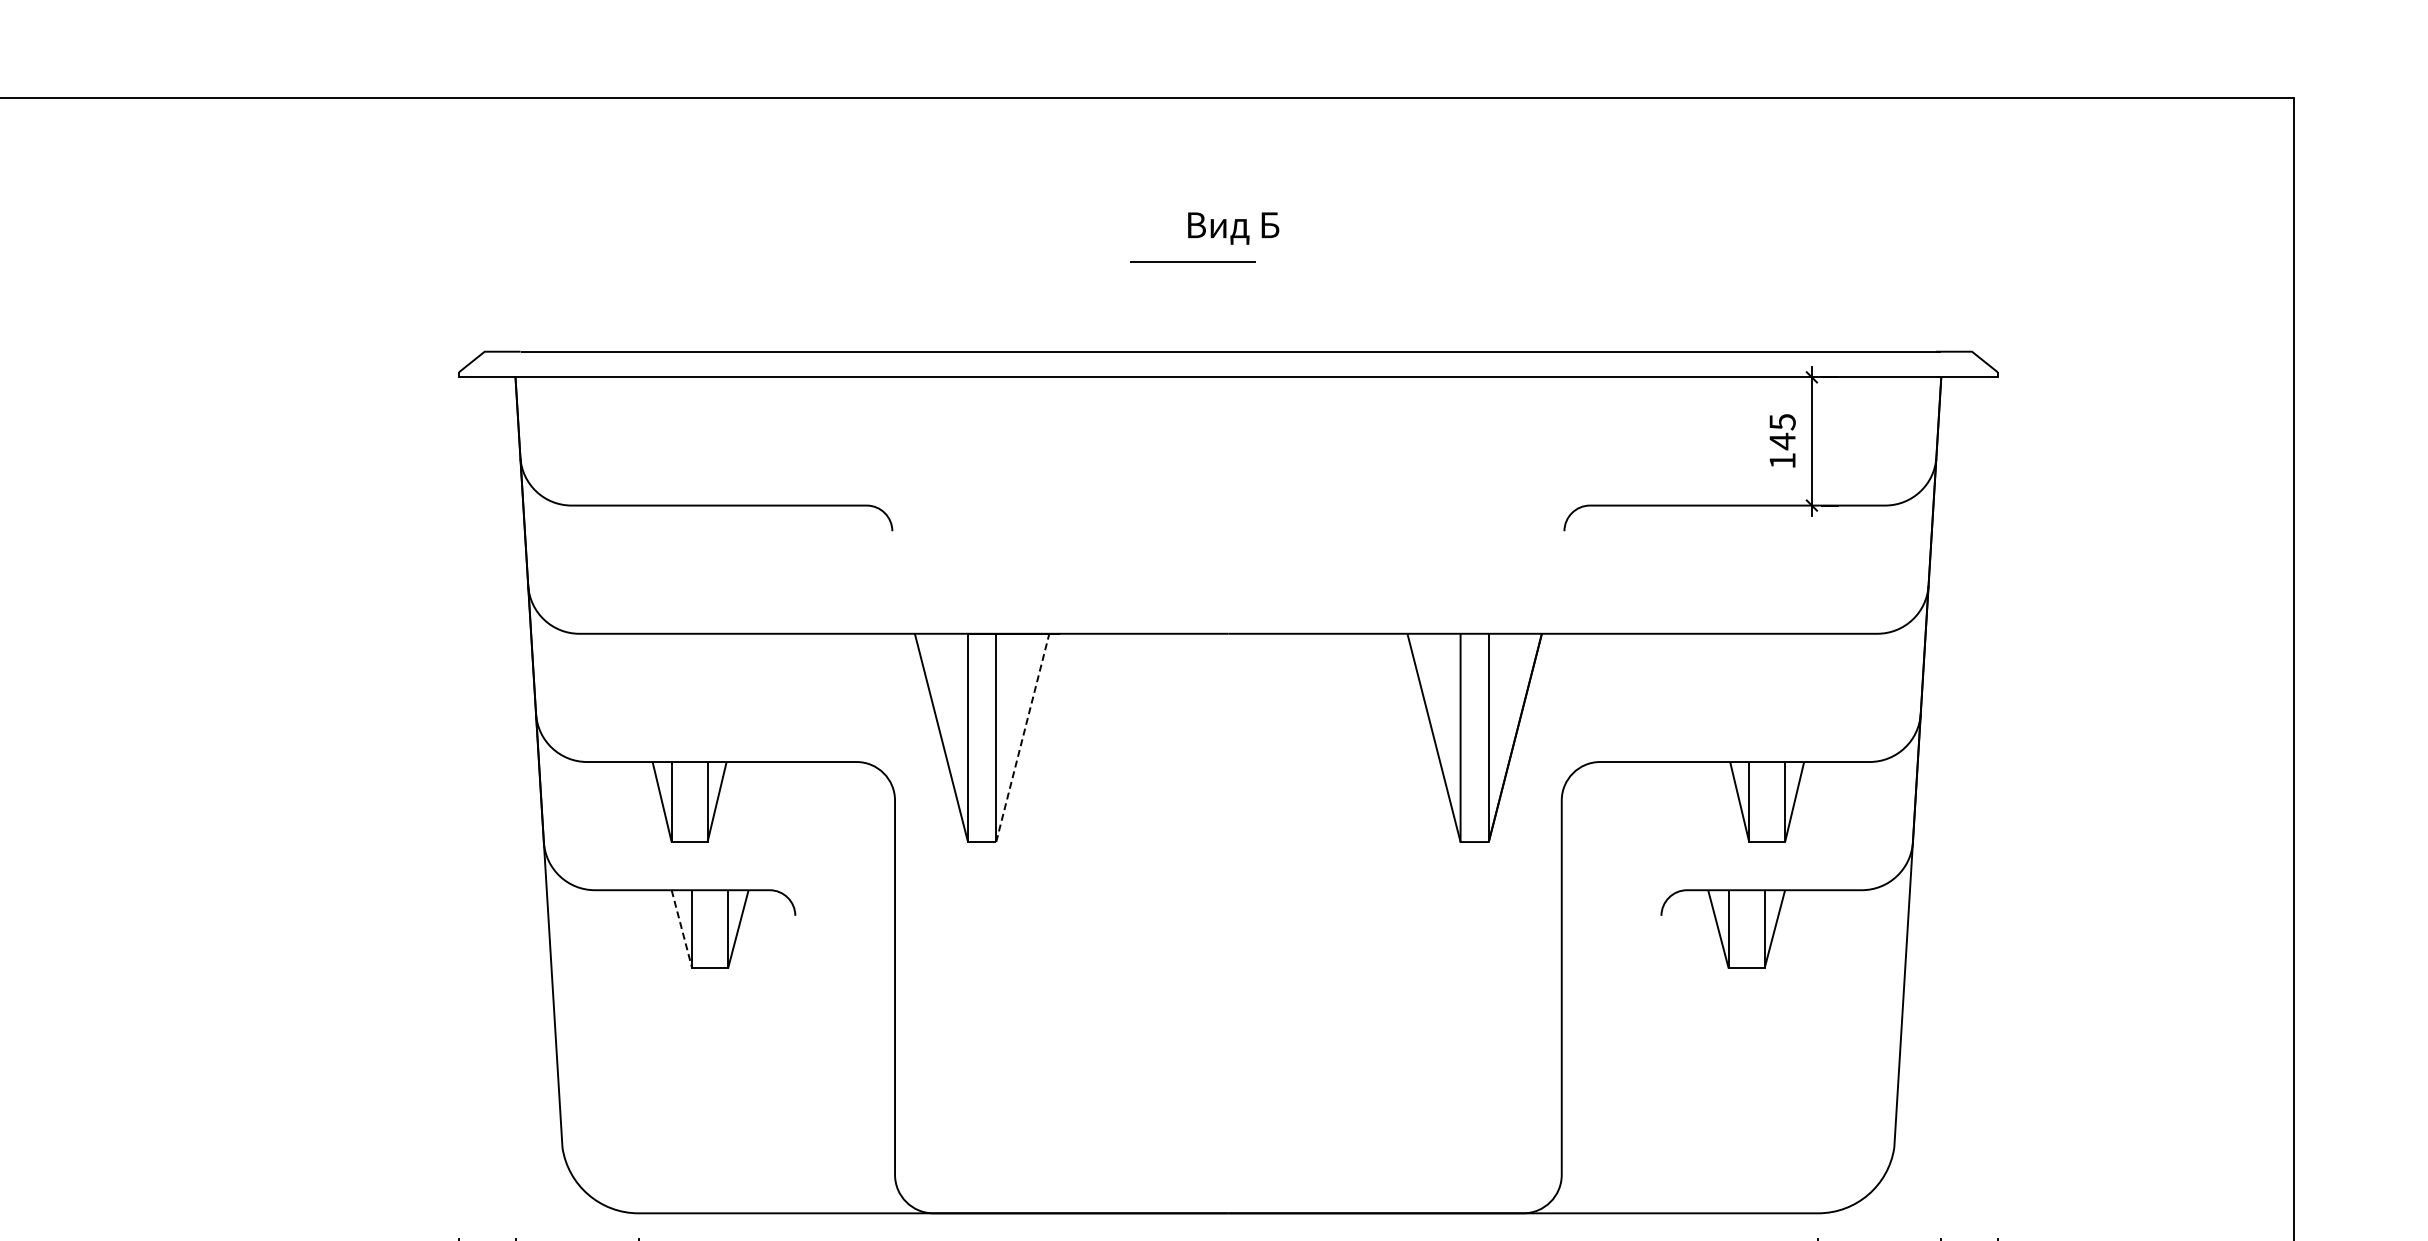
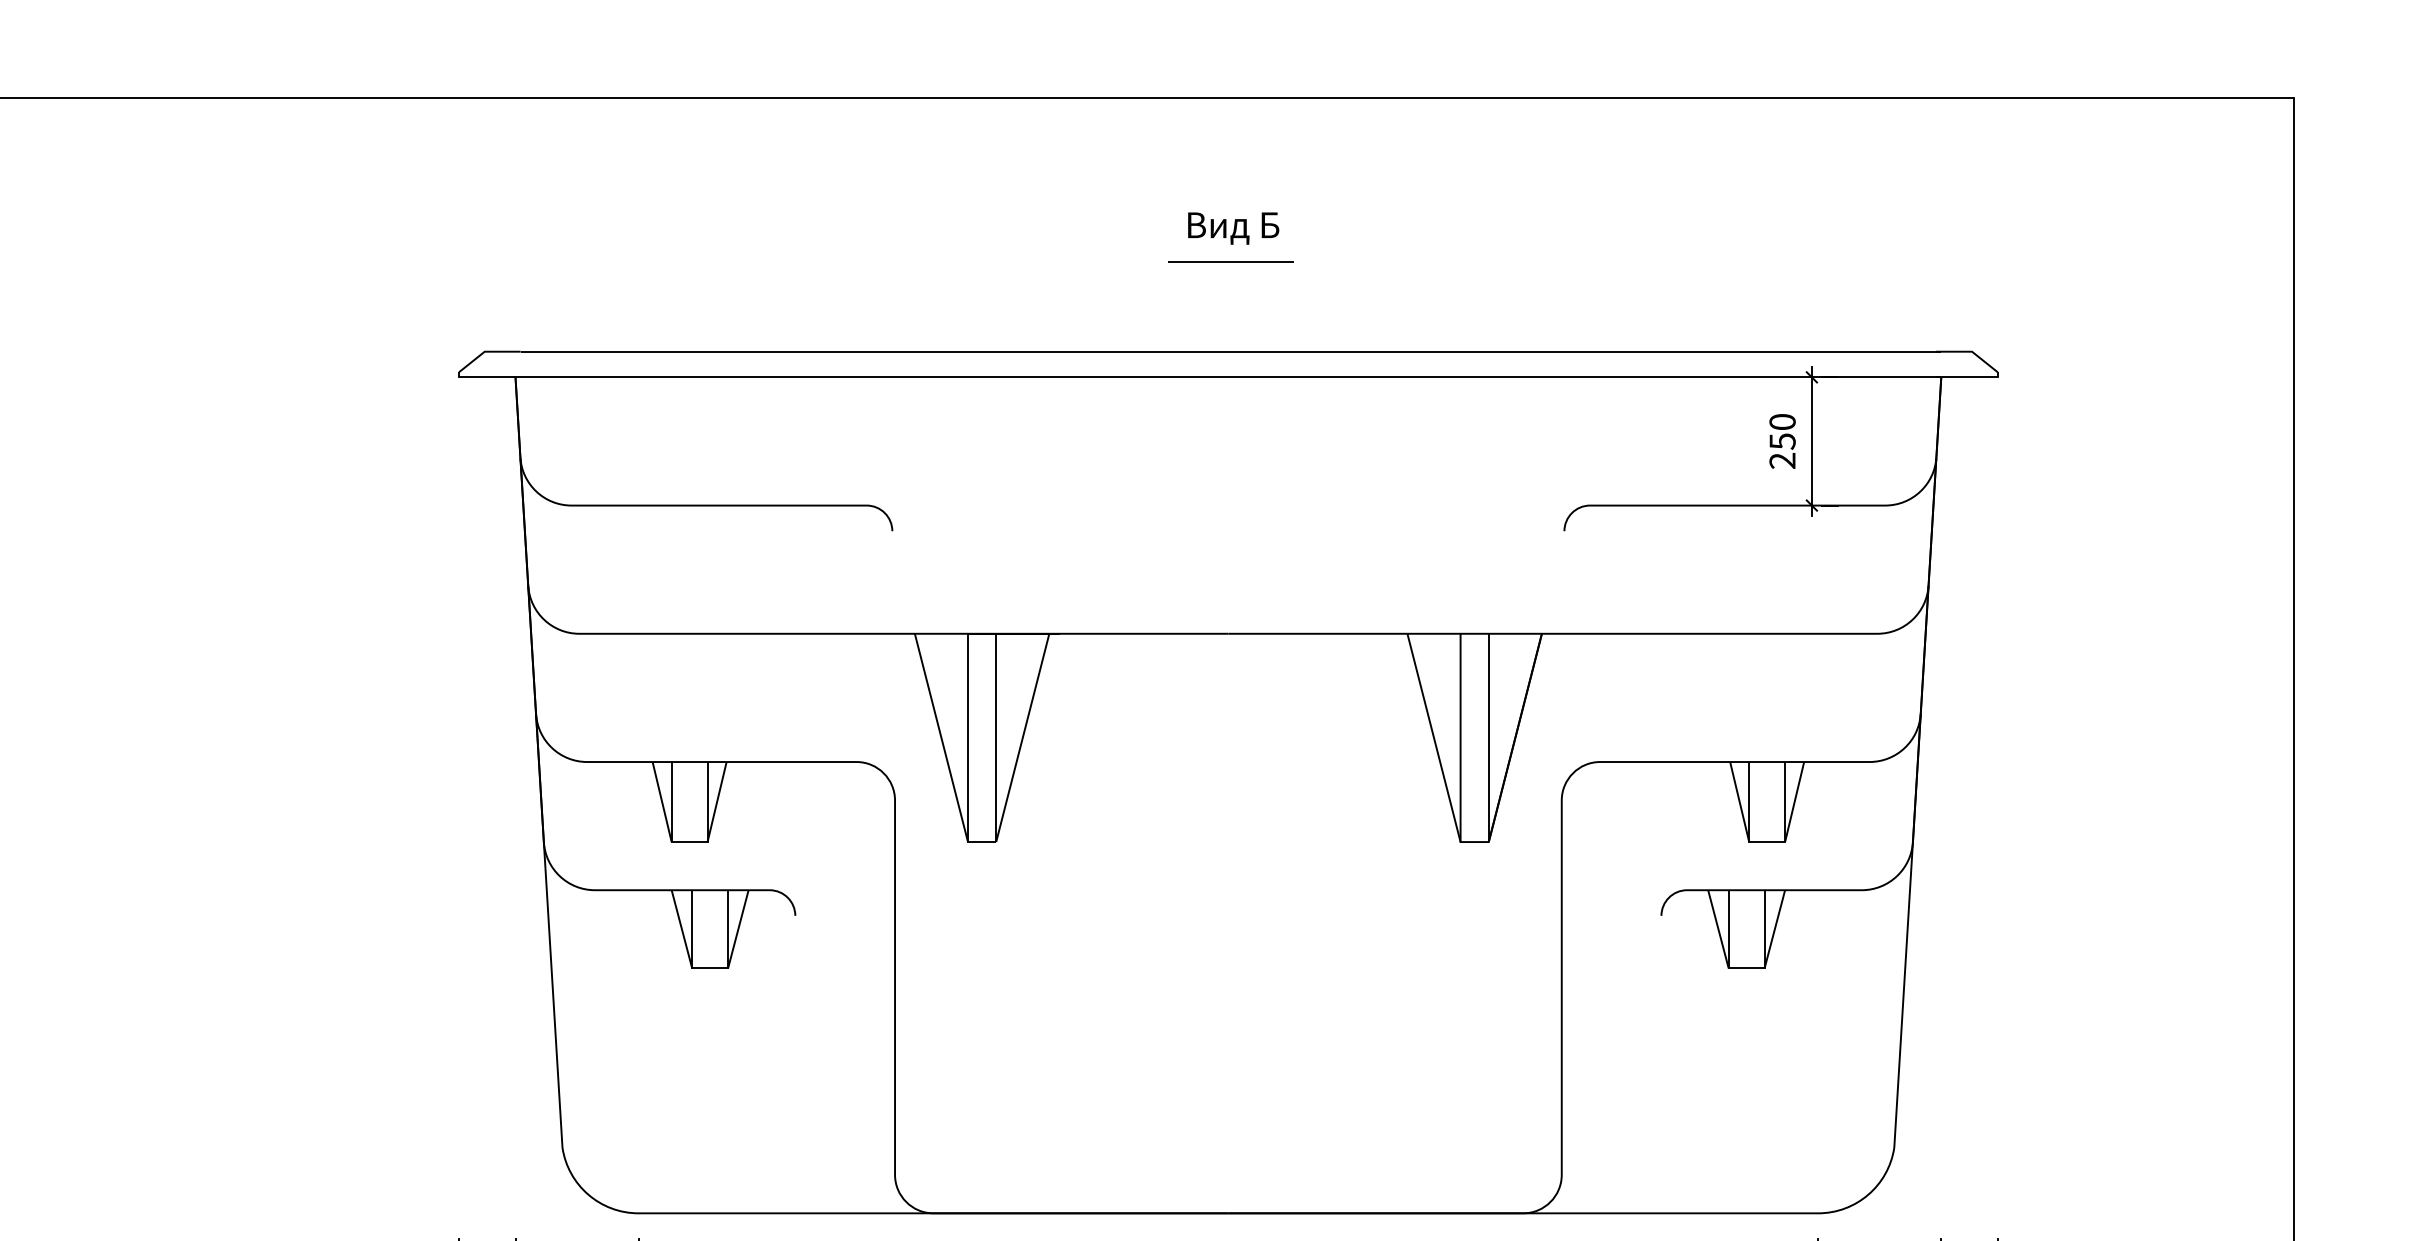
line at (1192, 261) position: (1192, 261) -> (1230, 261)
text at (1782, 441): 145 -> 250
line at (1022, 737): dashed -> solid
line at (681, 928): dashed -> solid
